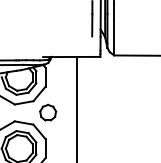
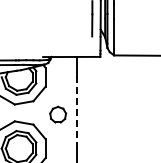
part at (48, 112) position: (48, 112) -> (58, 114)
line at (76, 112): solid -> dashed
